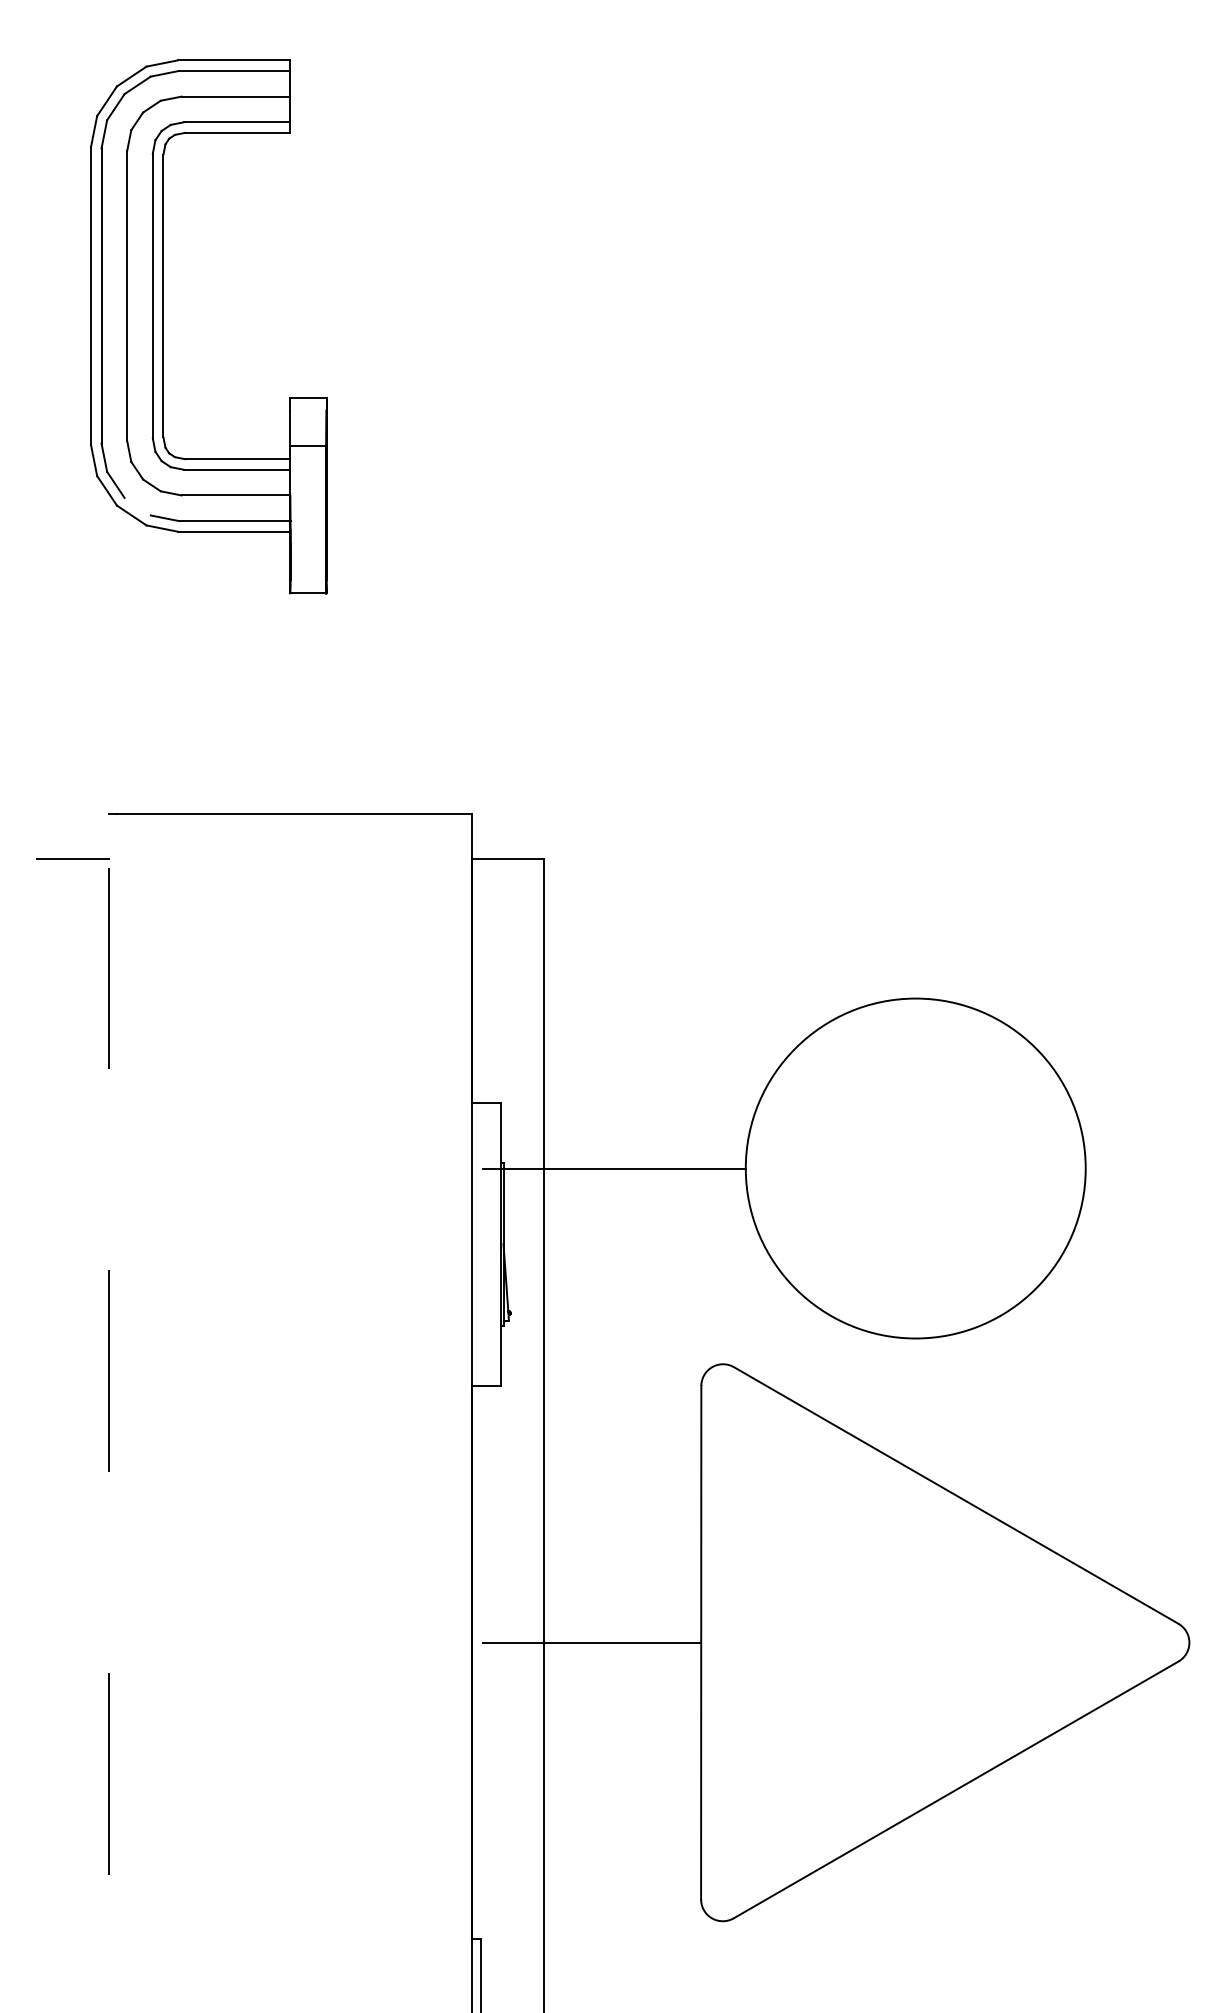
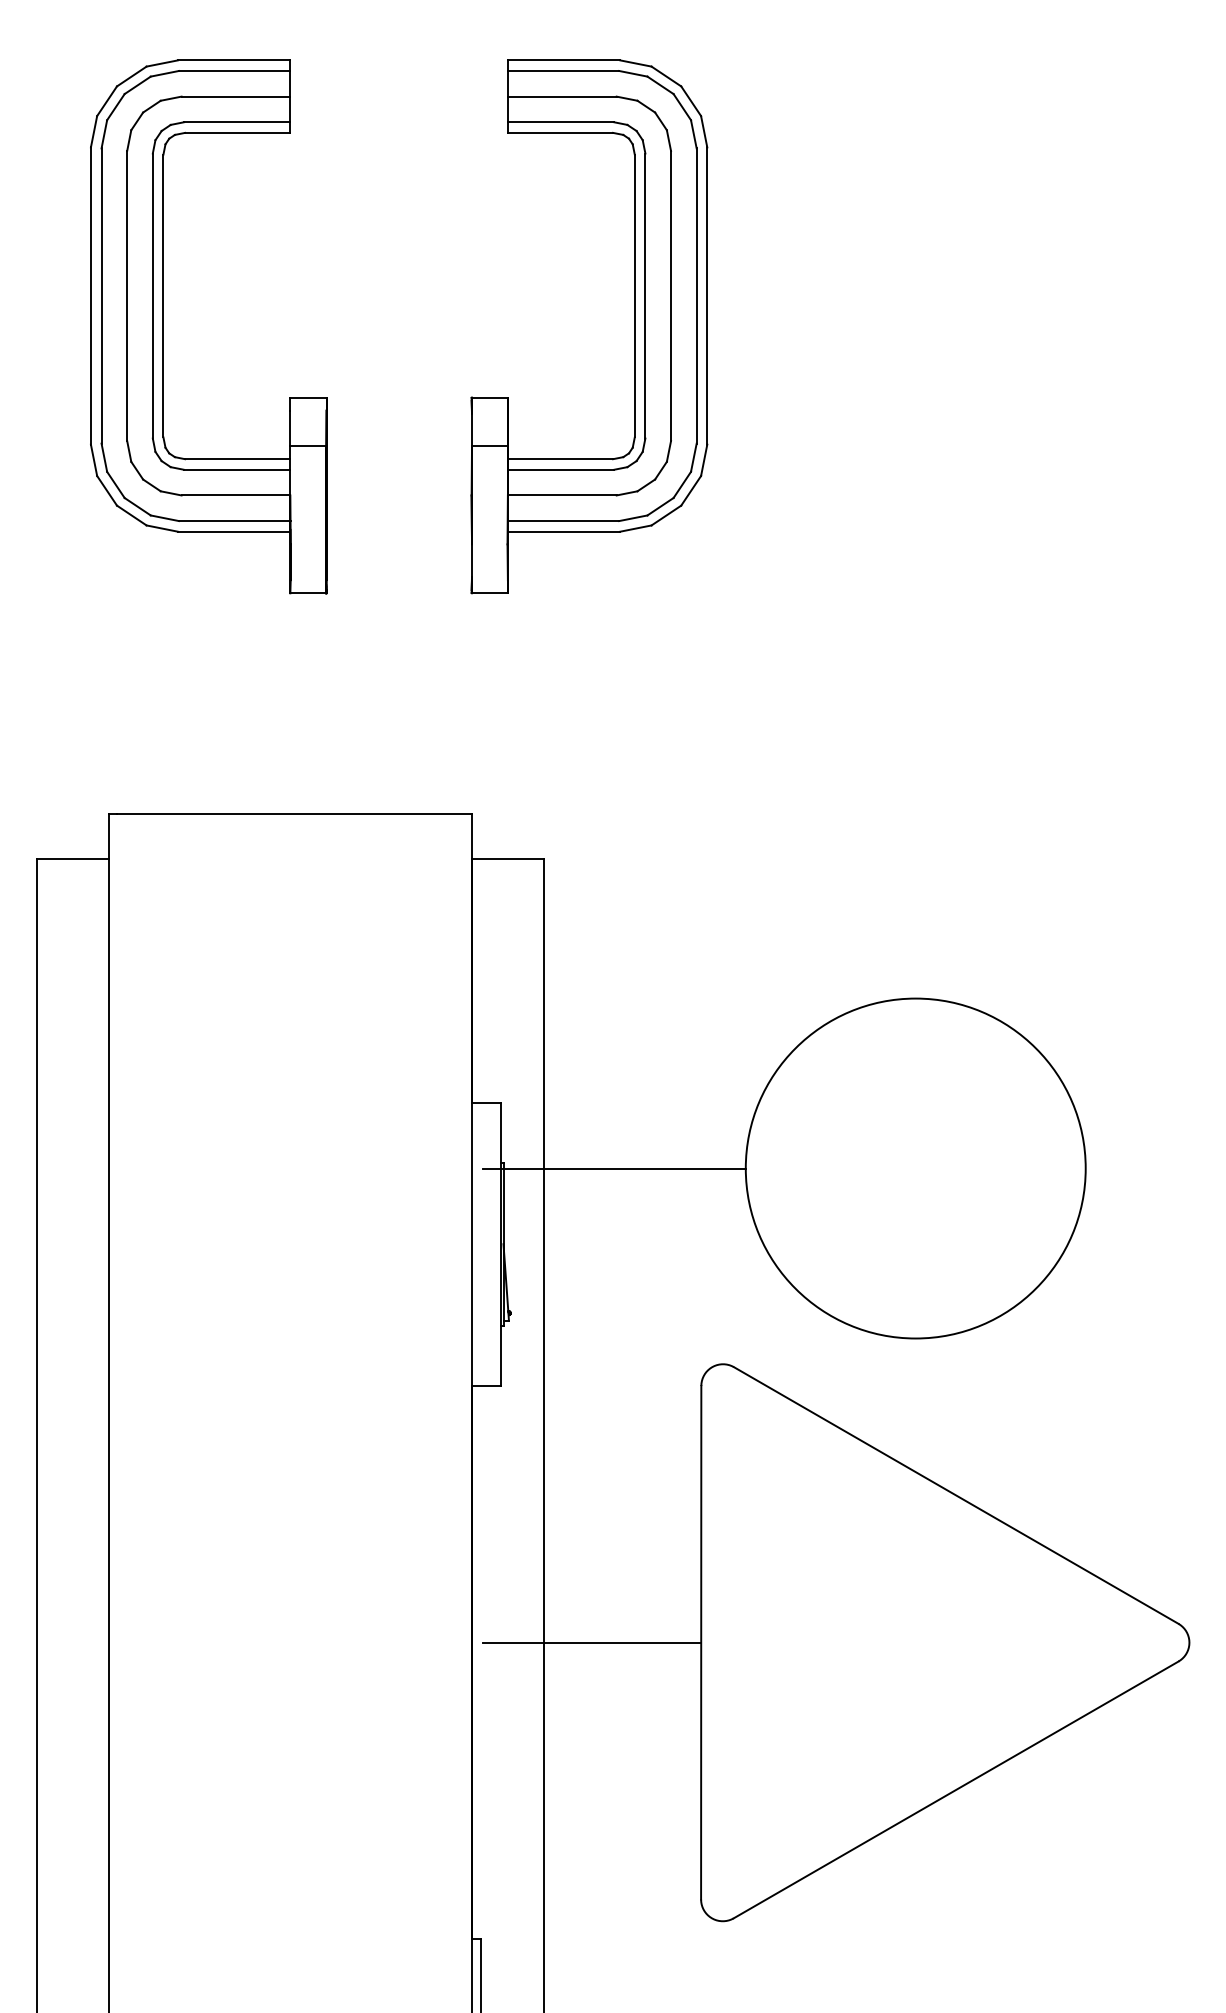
part at (634, 326): none -> present
line at (137, 506): none -> present
line at (109, 1413): dashed -> solid
line at (36, 1433): none -> present
